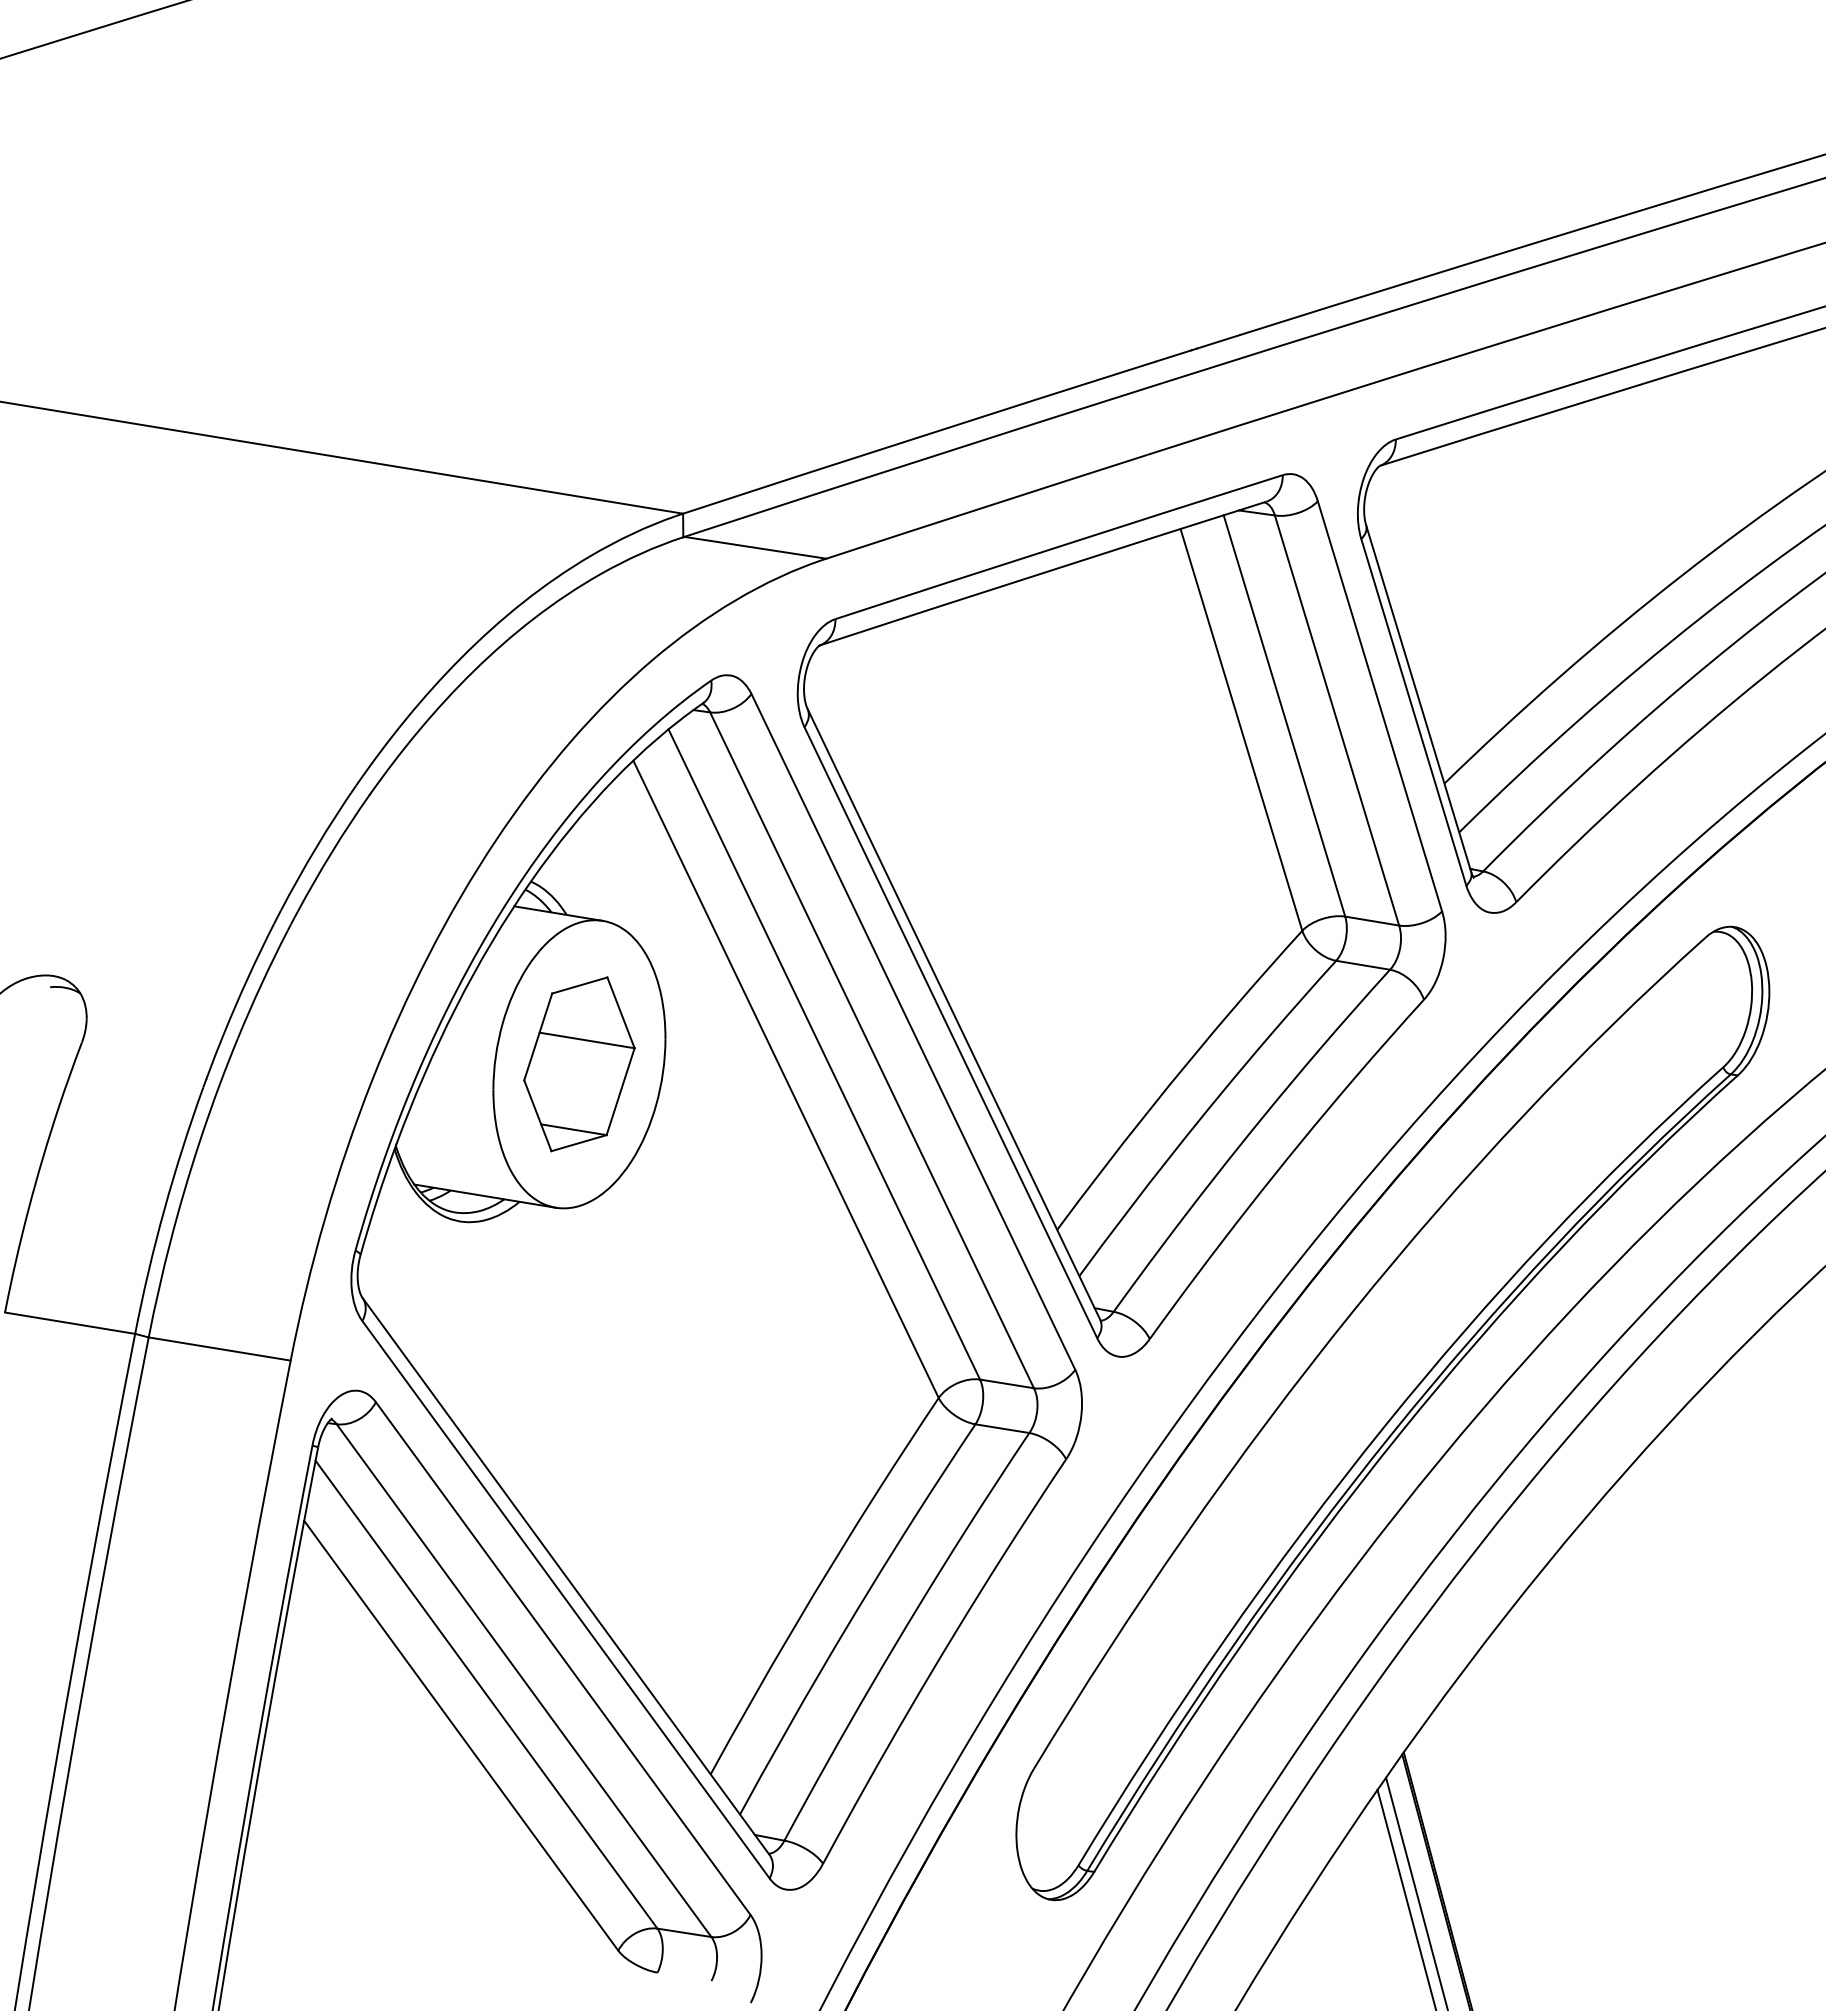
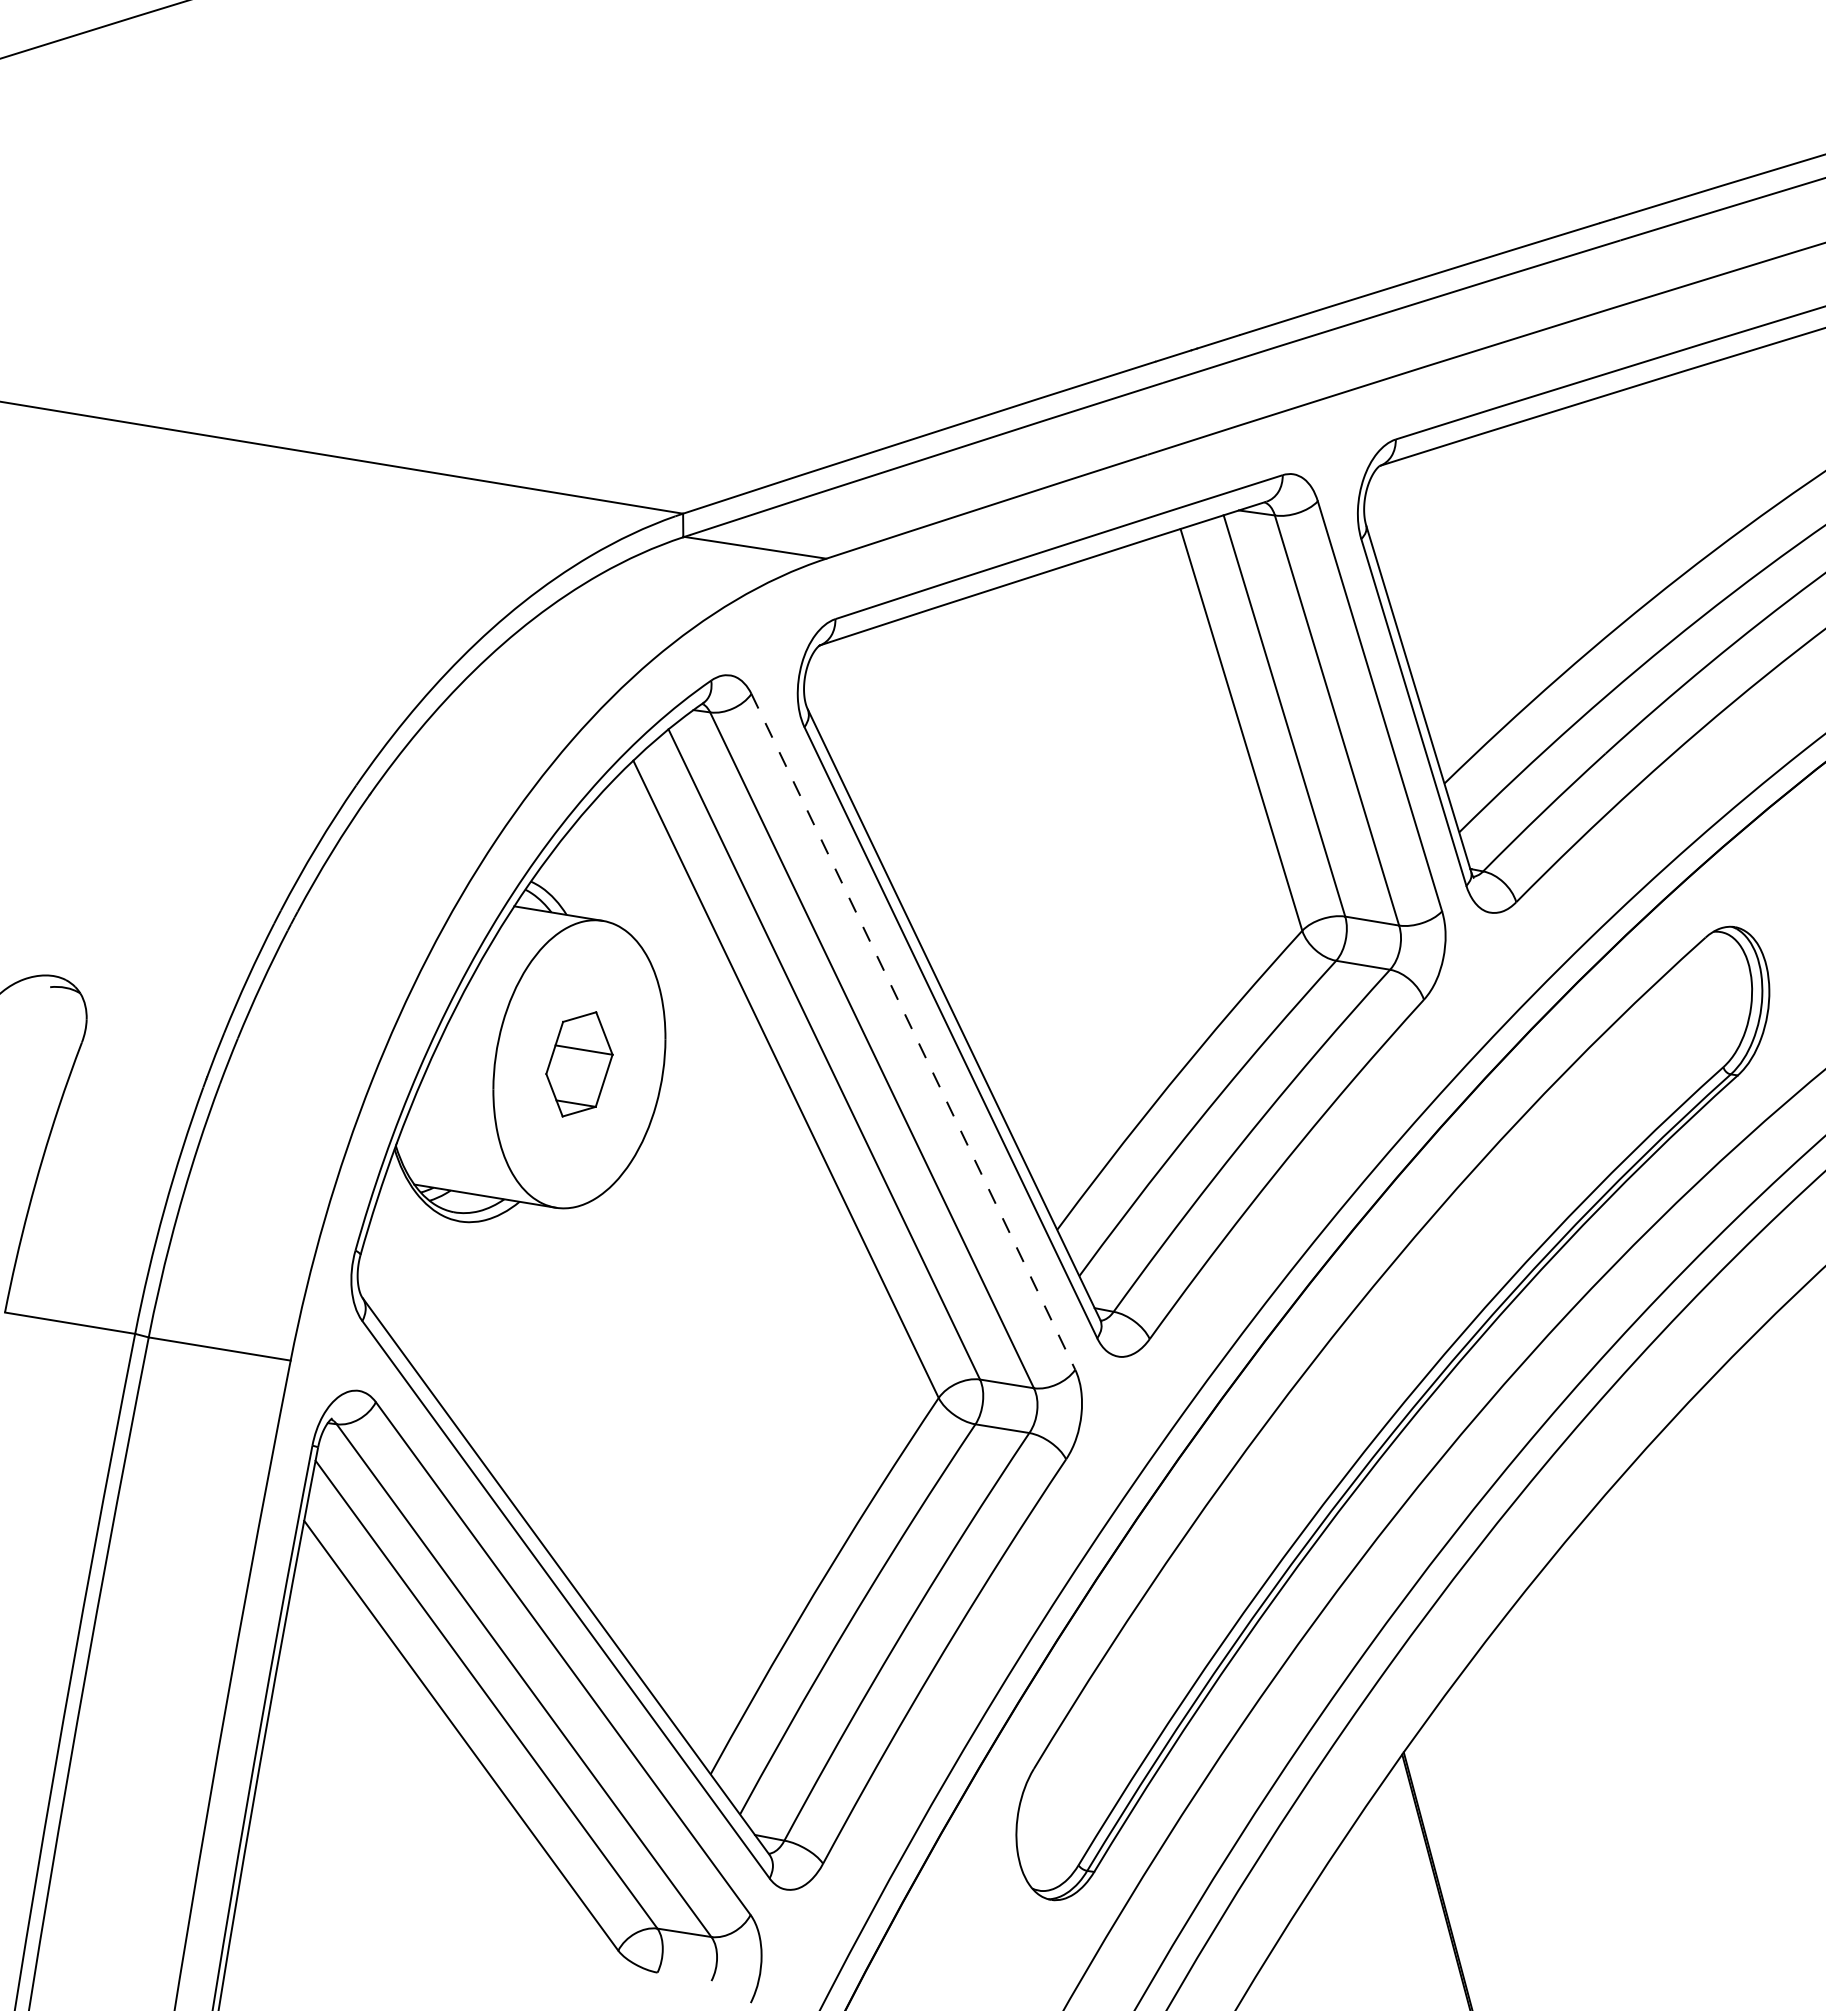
line at (913, 1031): solid -> dashed
part at (579, 1064) size: 113x177 px -> 69x107 px
line at (1416, 1892): present -> none
line at (1406, 1898): present -> none
